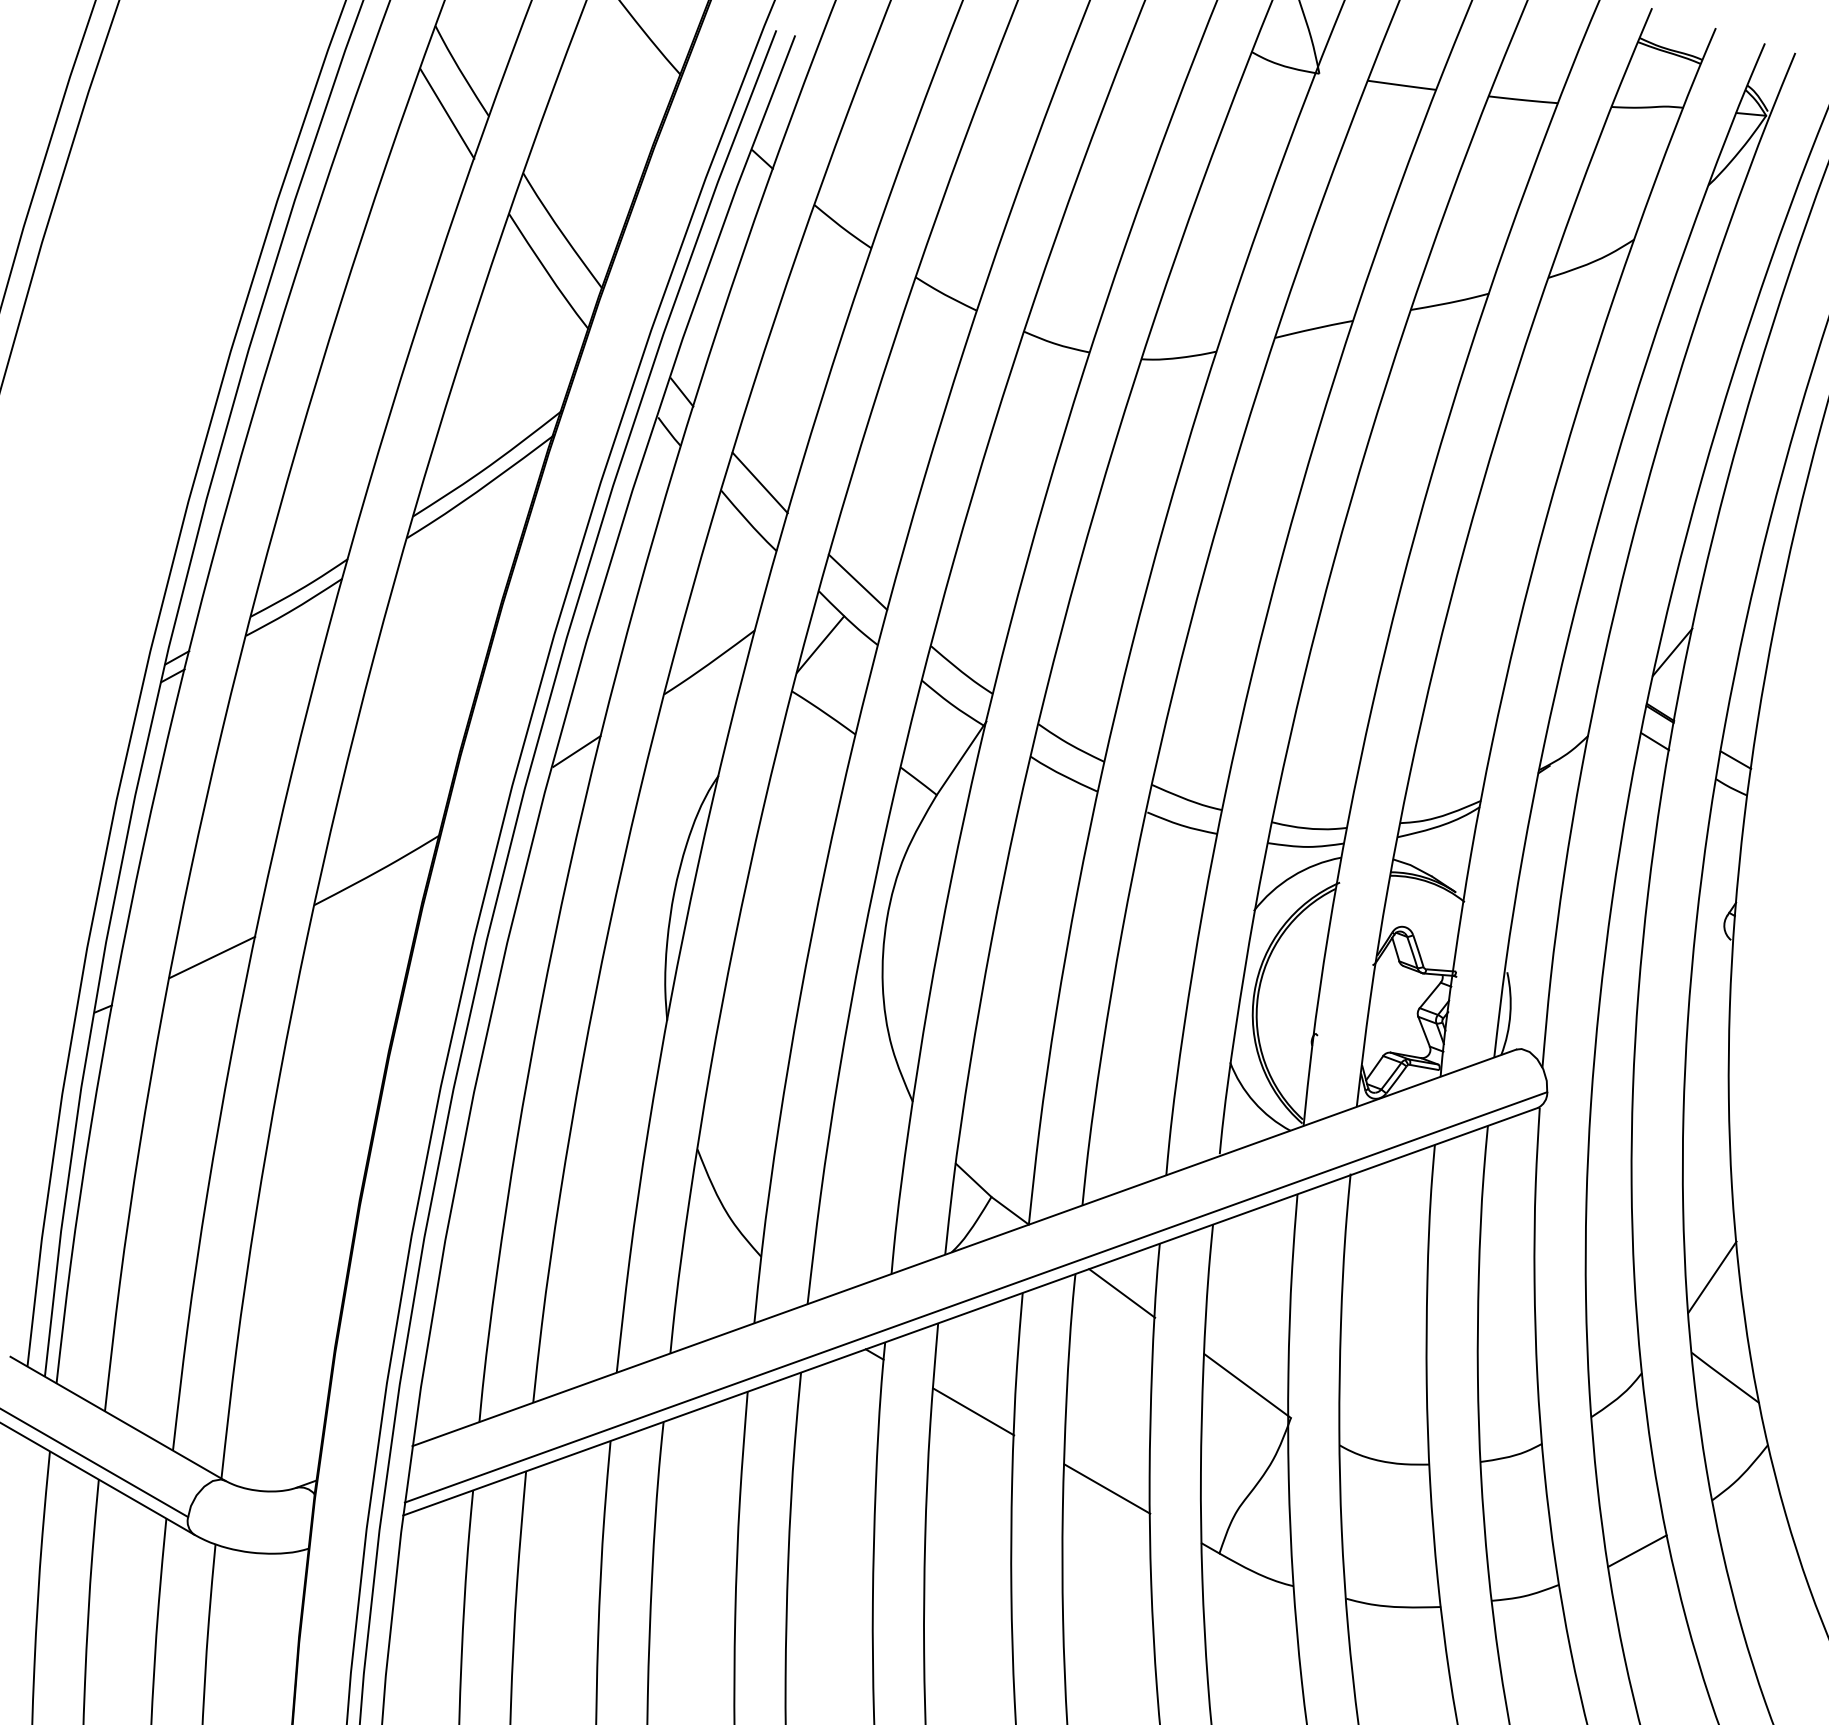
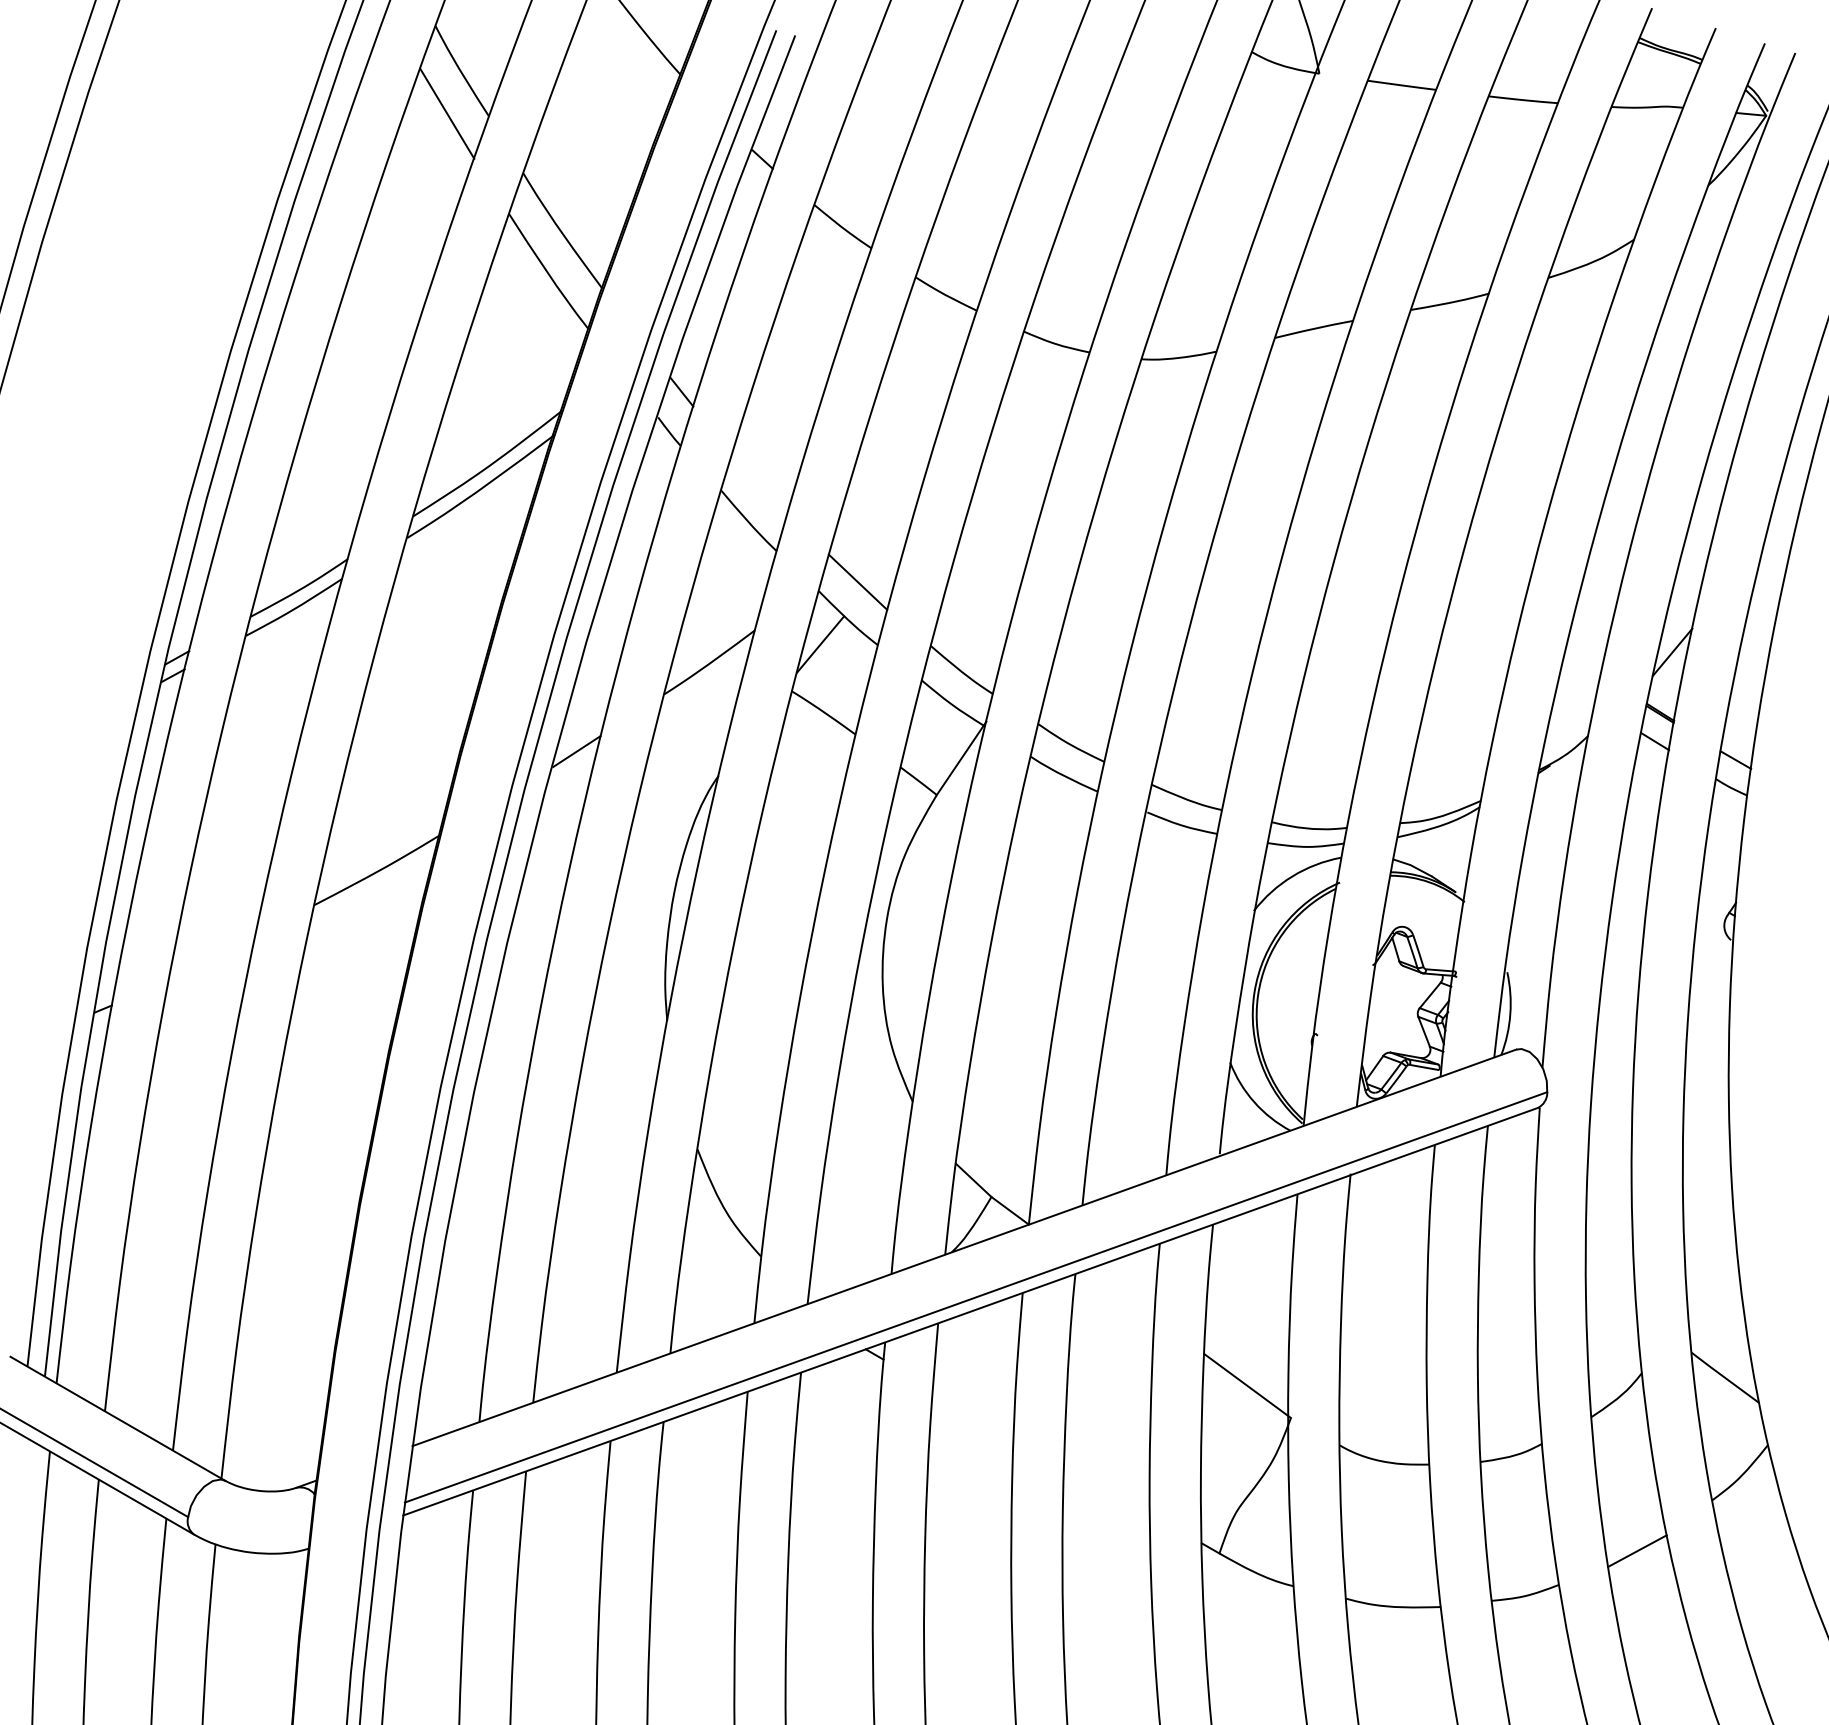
line at (759, 482): present -> none
line at (212, 957): present -> none
line at (1712, 1277): present -> none
line at (1122, 1293): present -> none
line at (973, 1411): present -> none
line at (1107, 1488): present -> none
